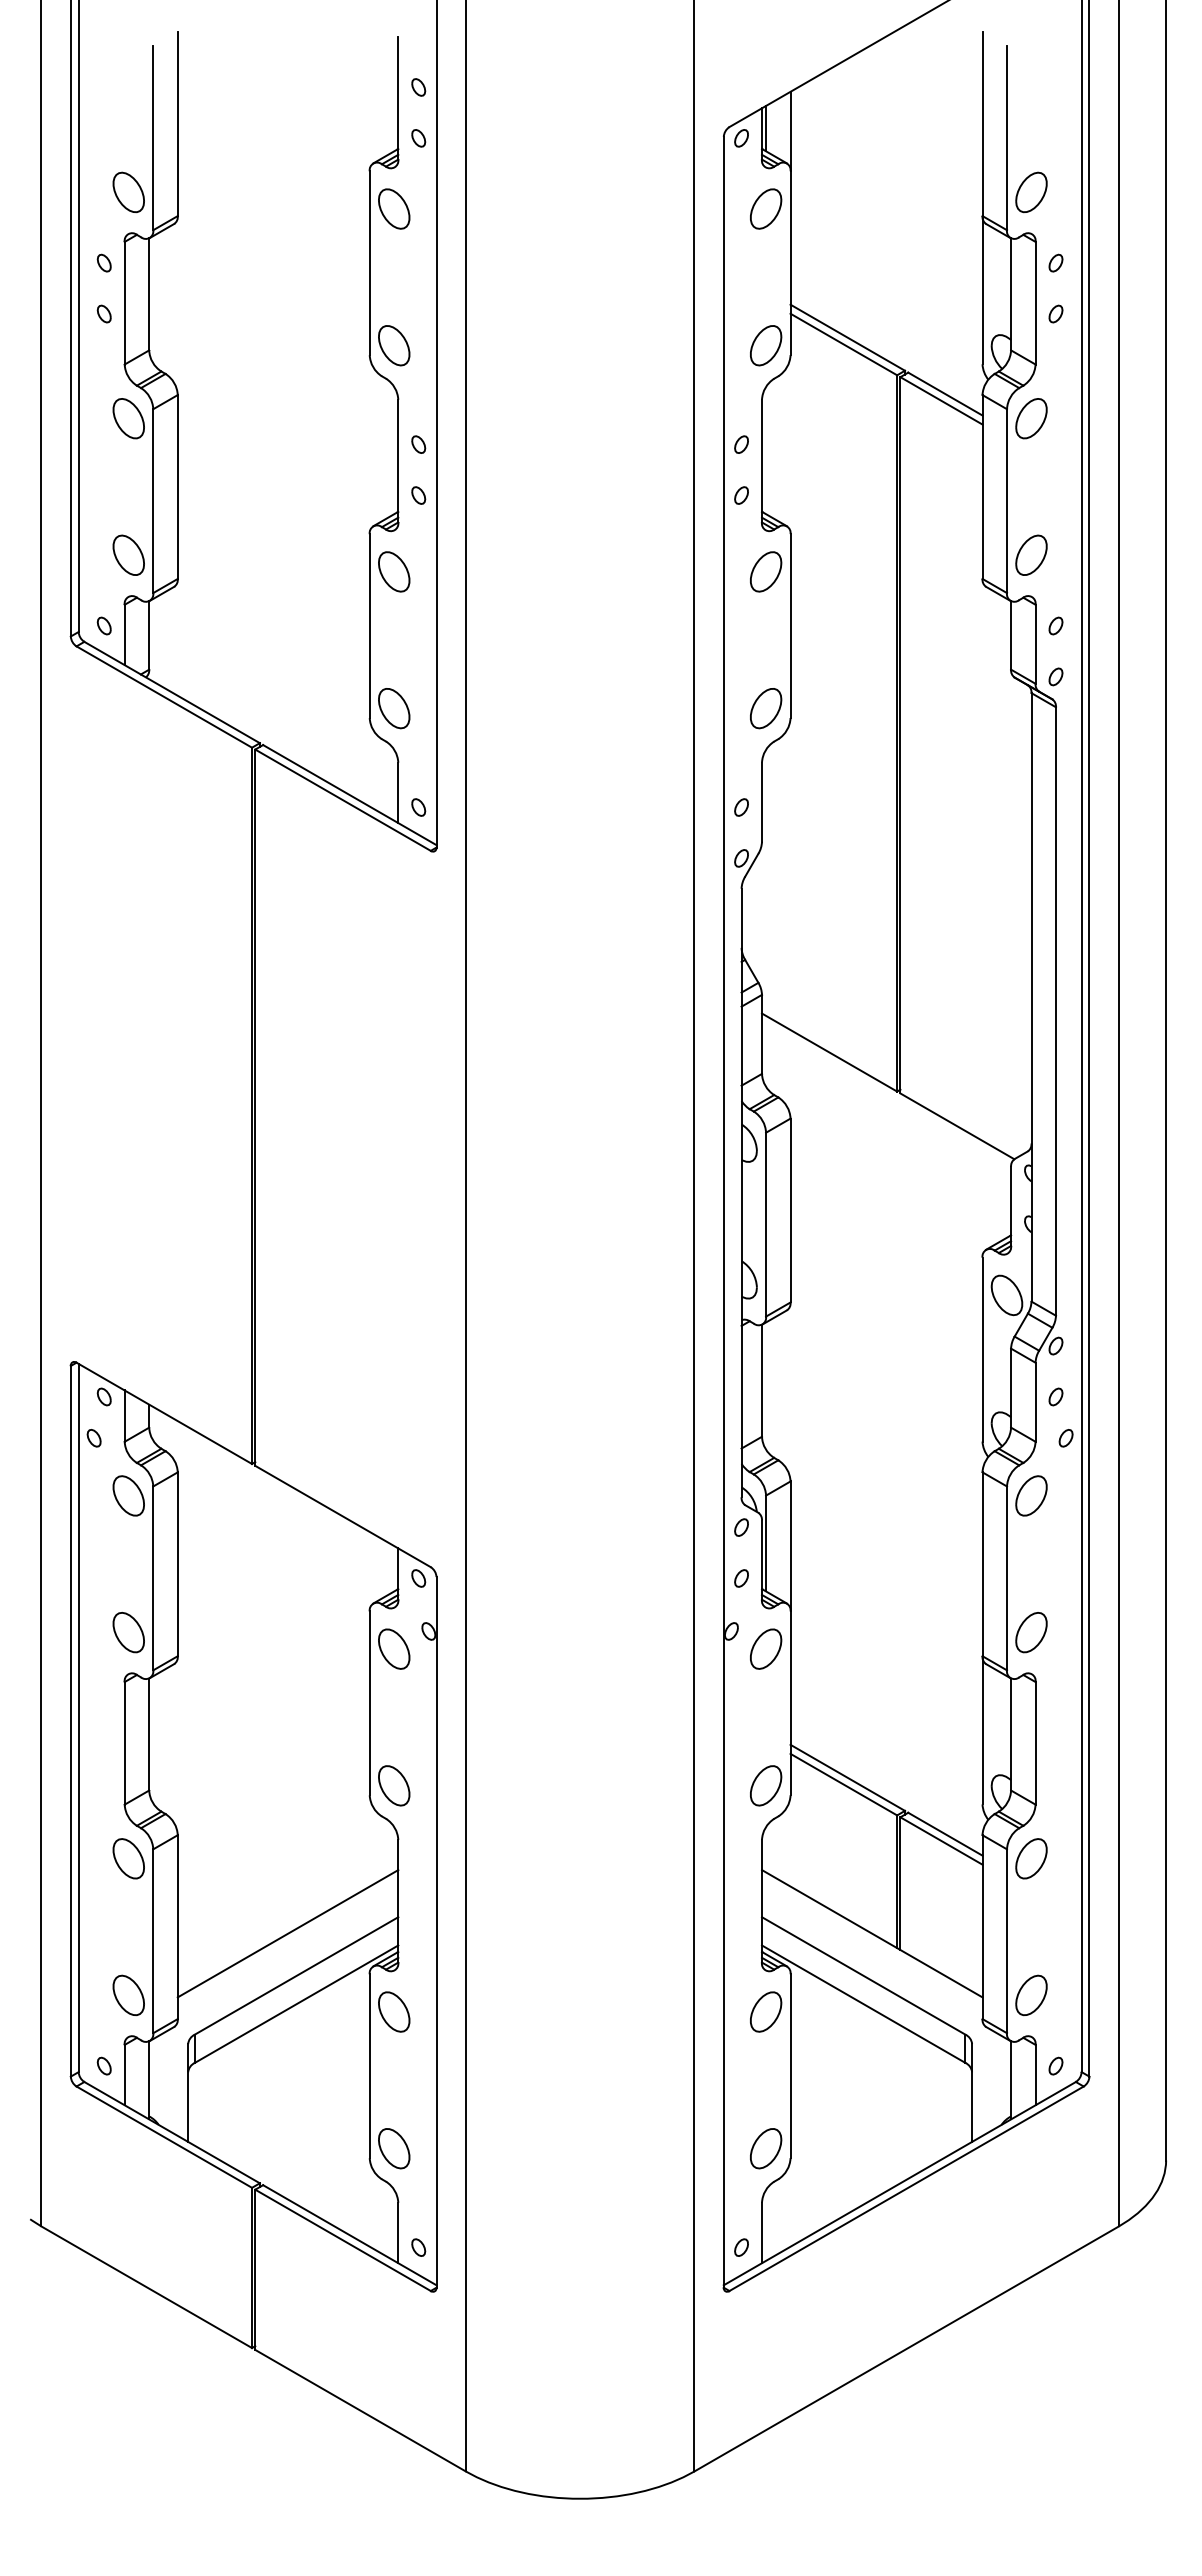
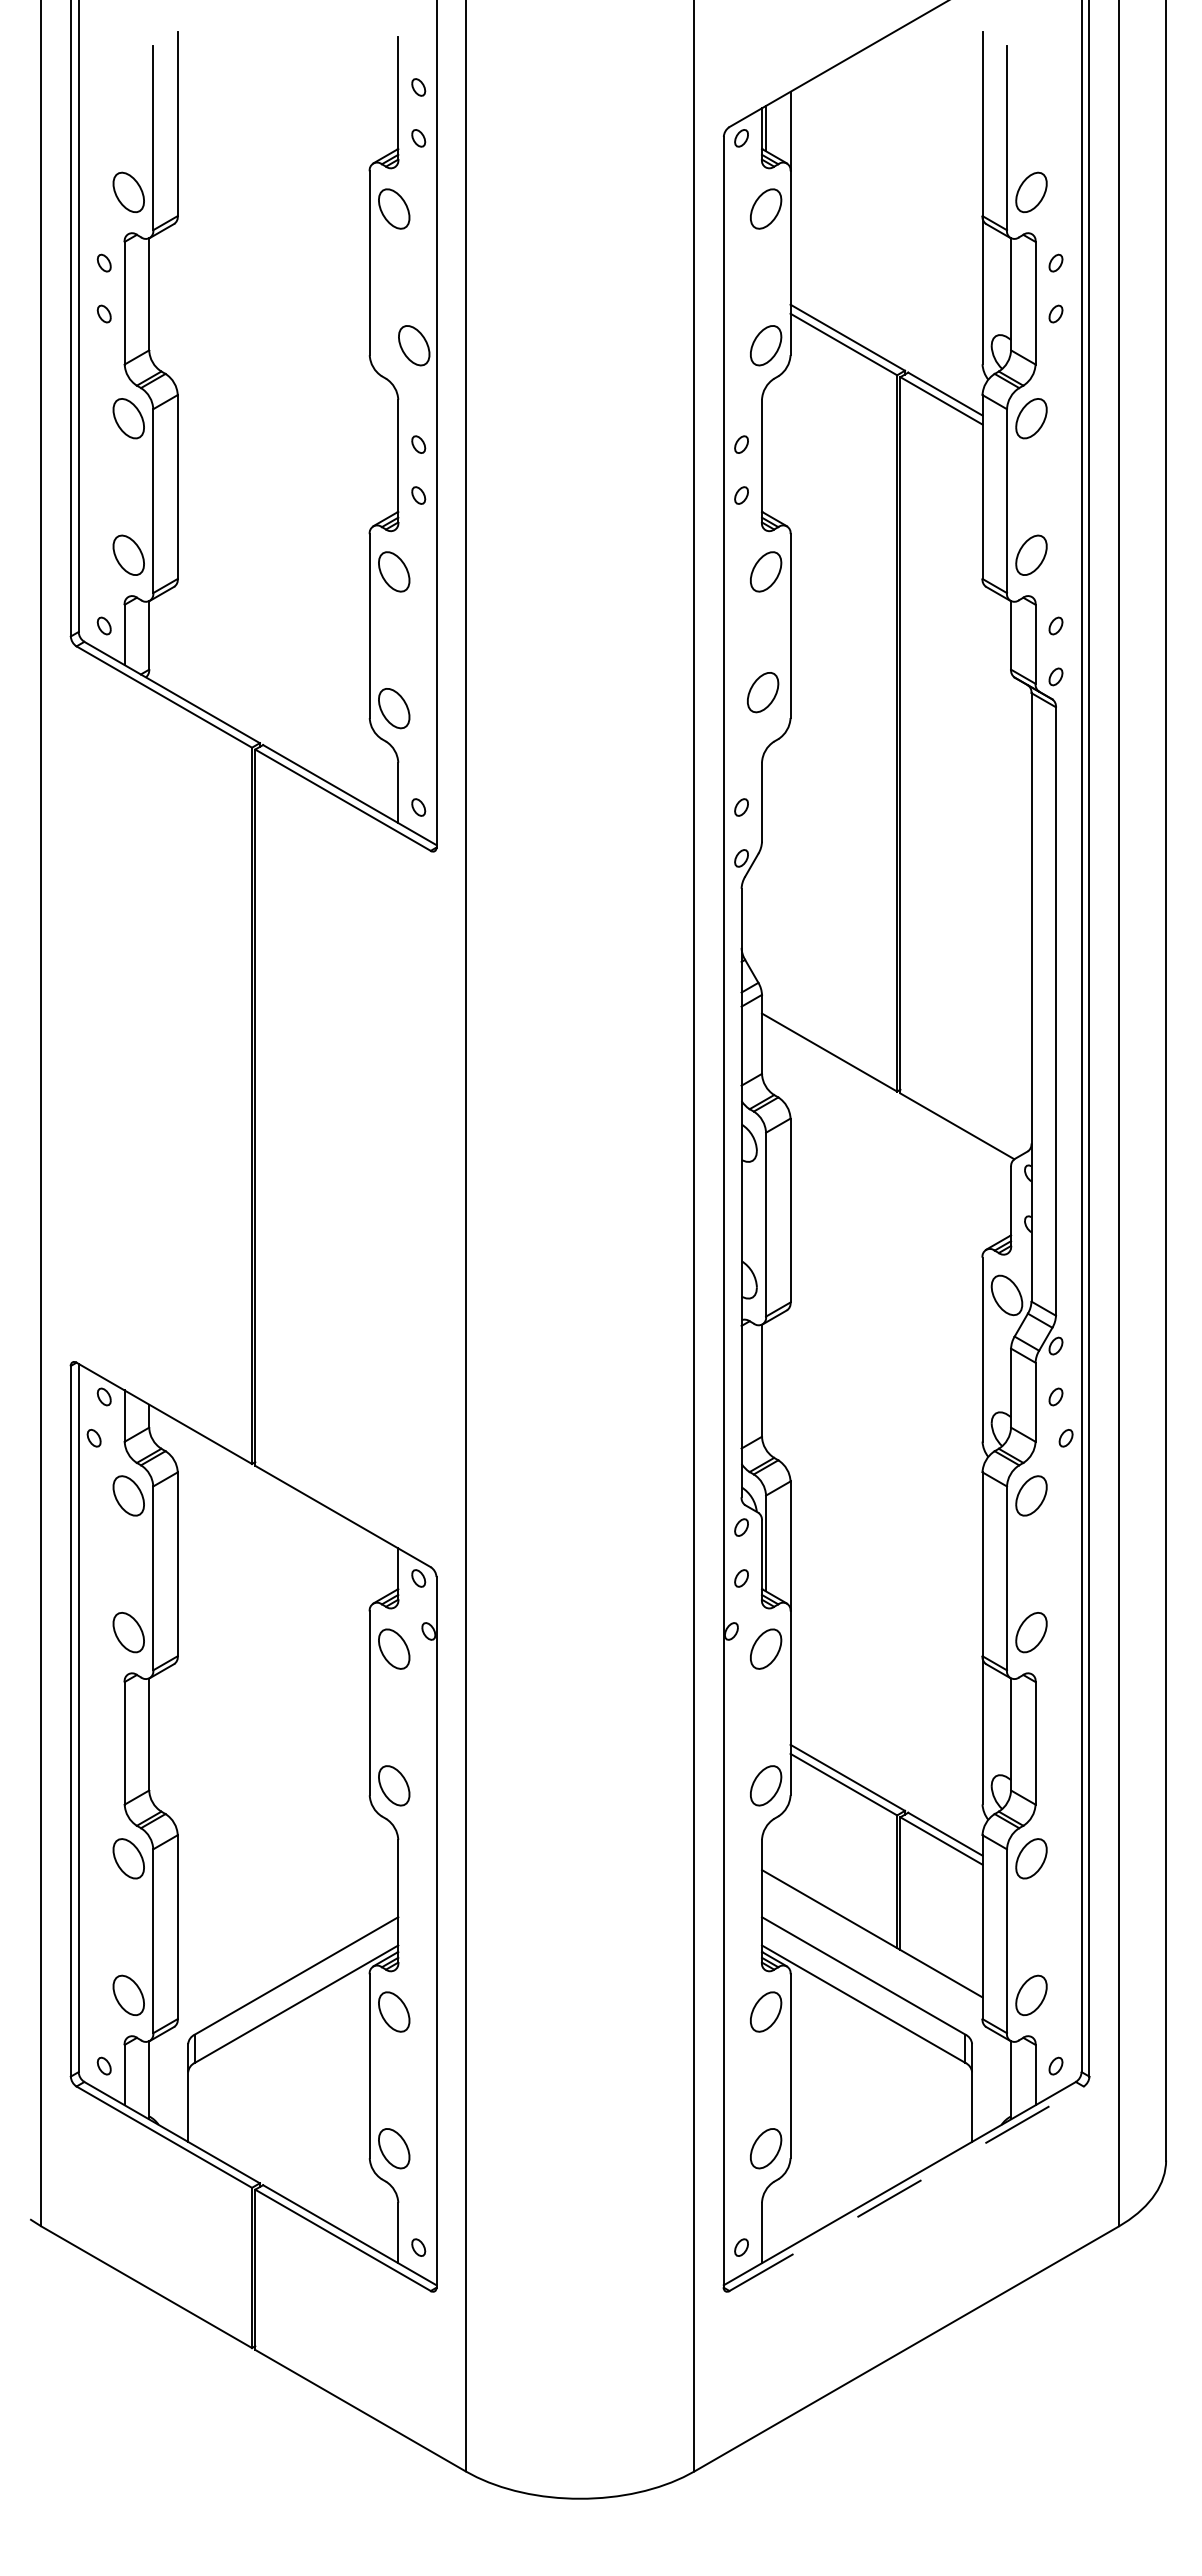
part at (394, 345) position: (394, 345) -> (414, 345)
part at (766, 708) position: (766, 708) -> (763, 692)
line at (287, 1933): present -> none
line at (906, 2188): solid -> dashed
